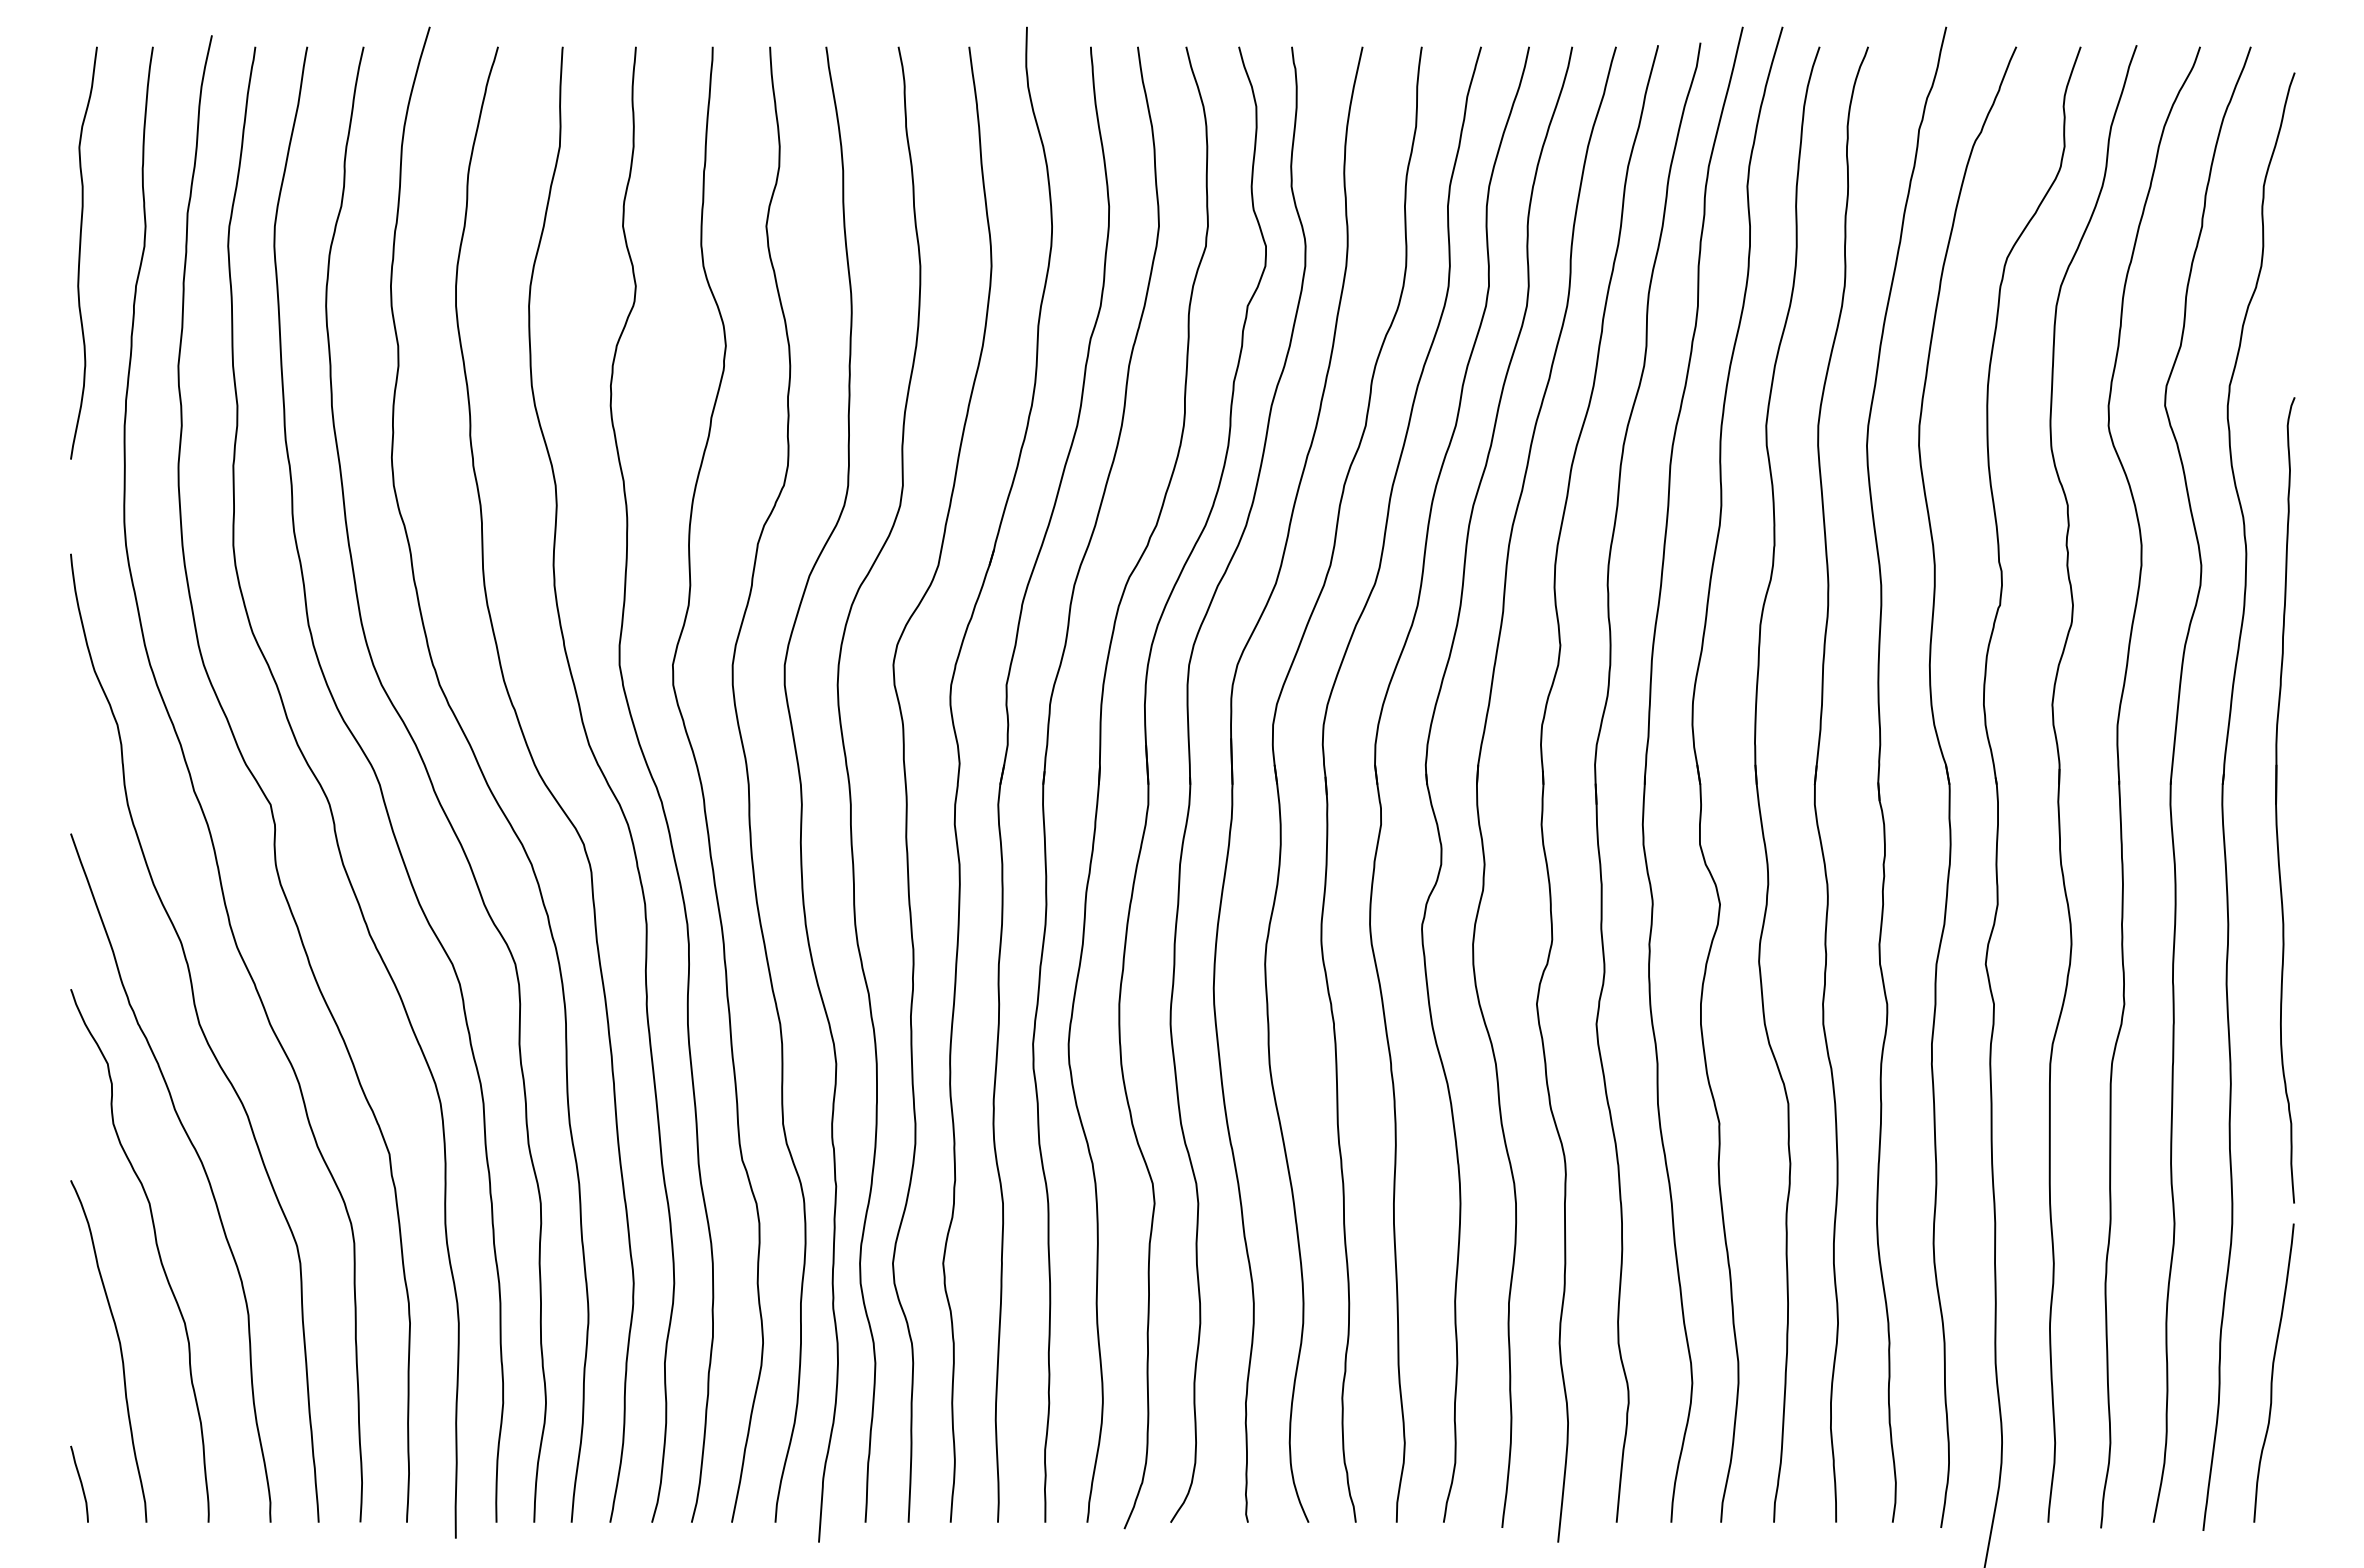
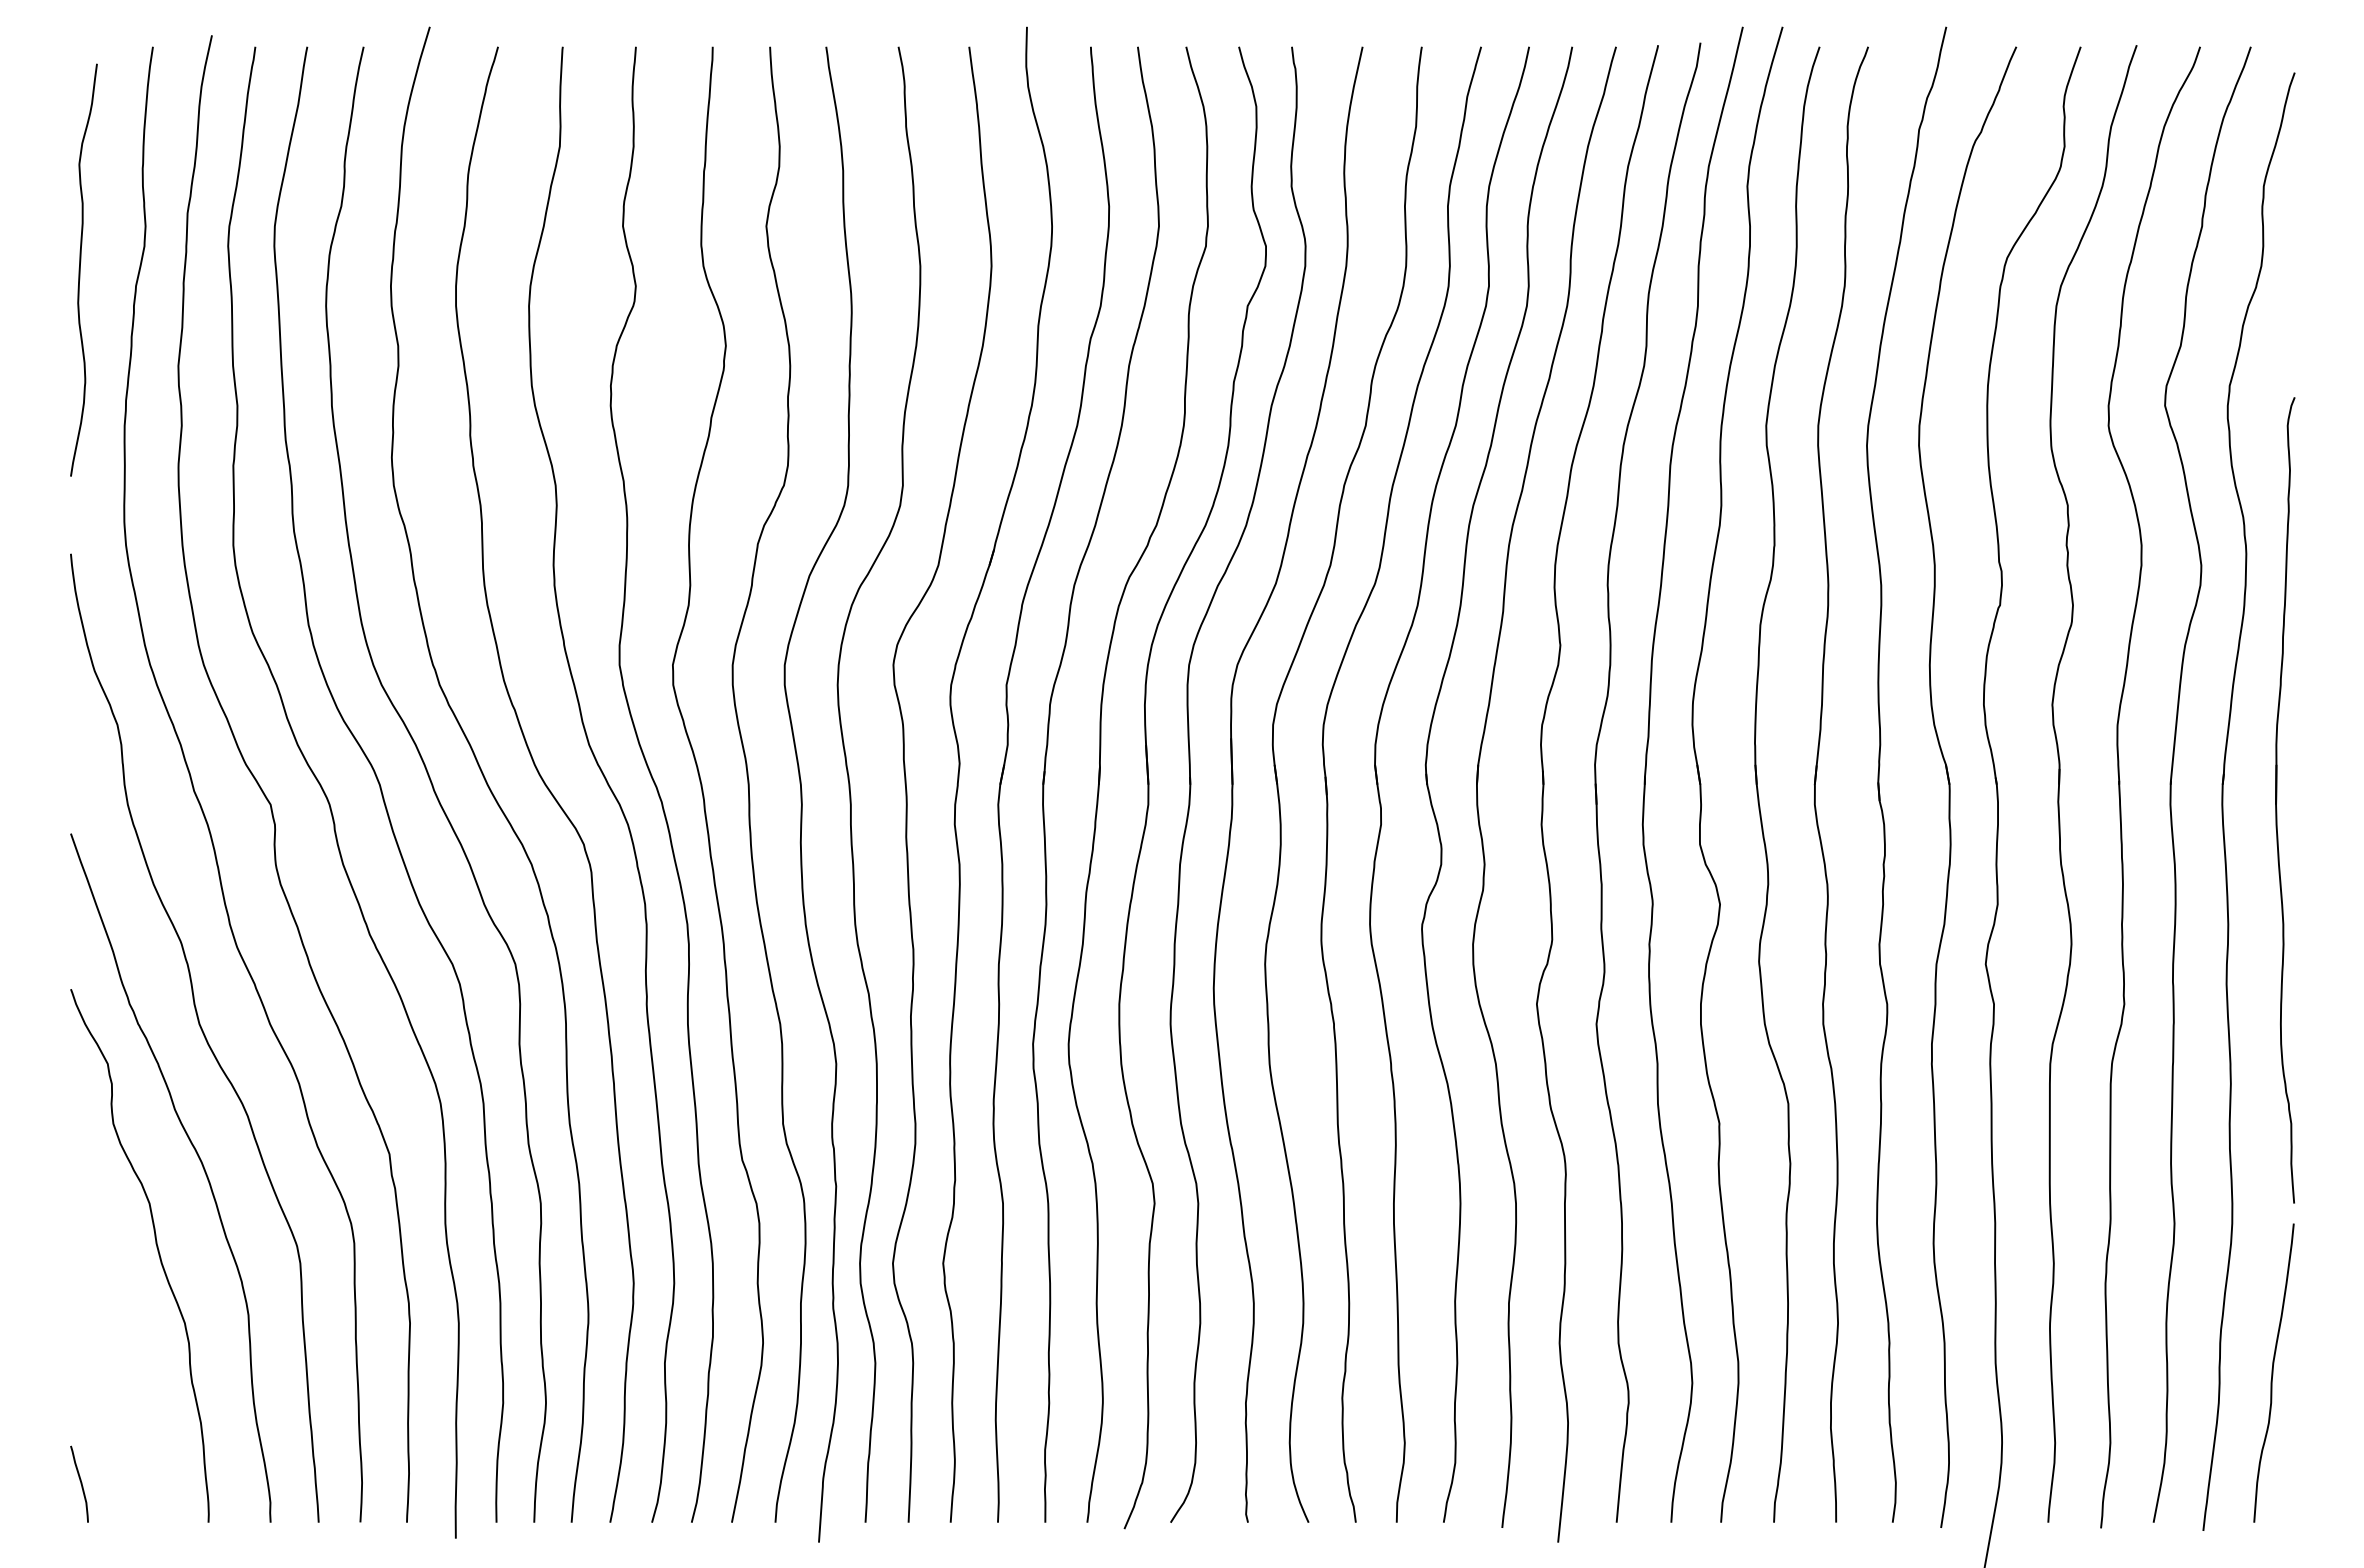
curve at (80, 252) position: (80, 252) -> (80, 269)
curve at (119, 1347): present -> none
